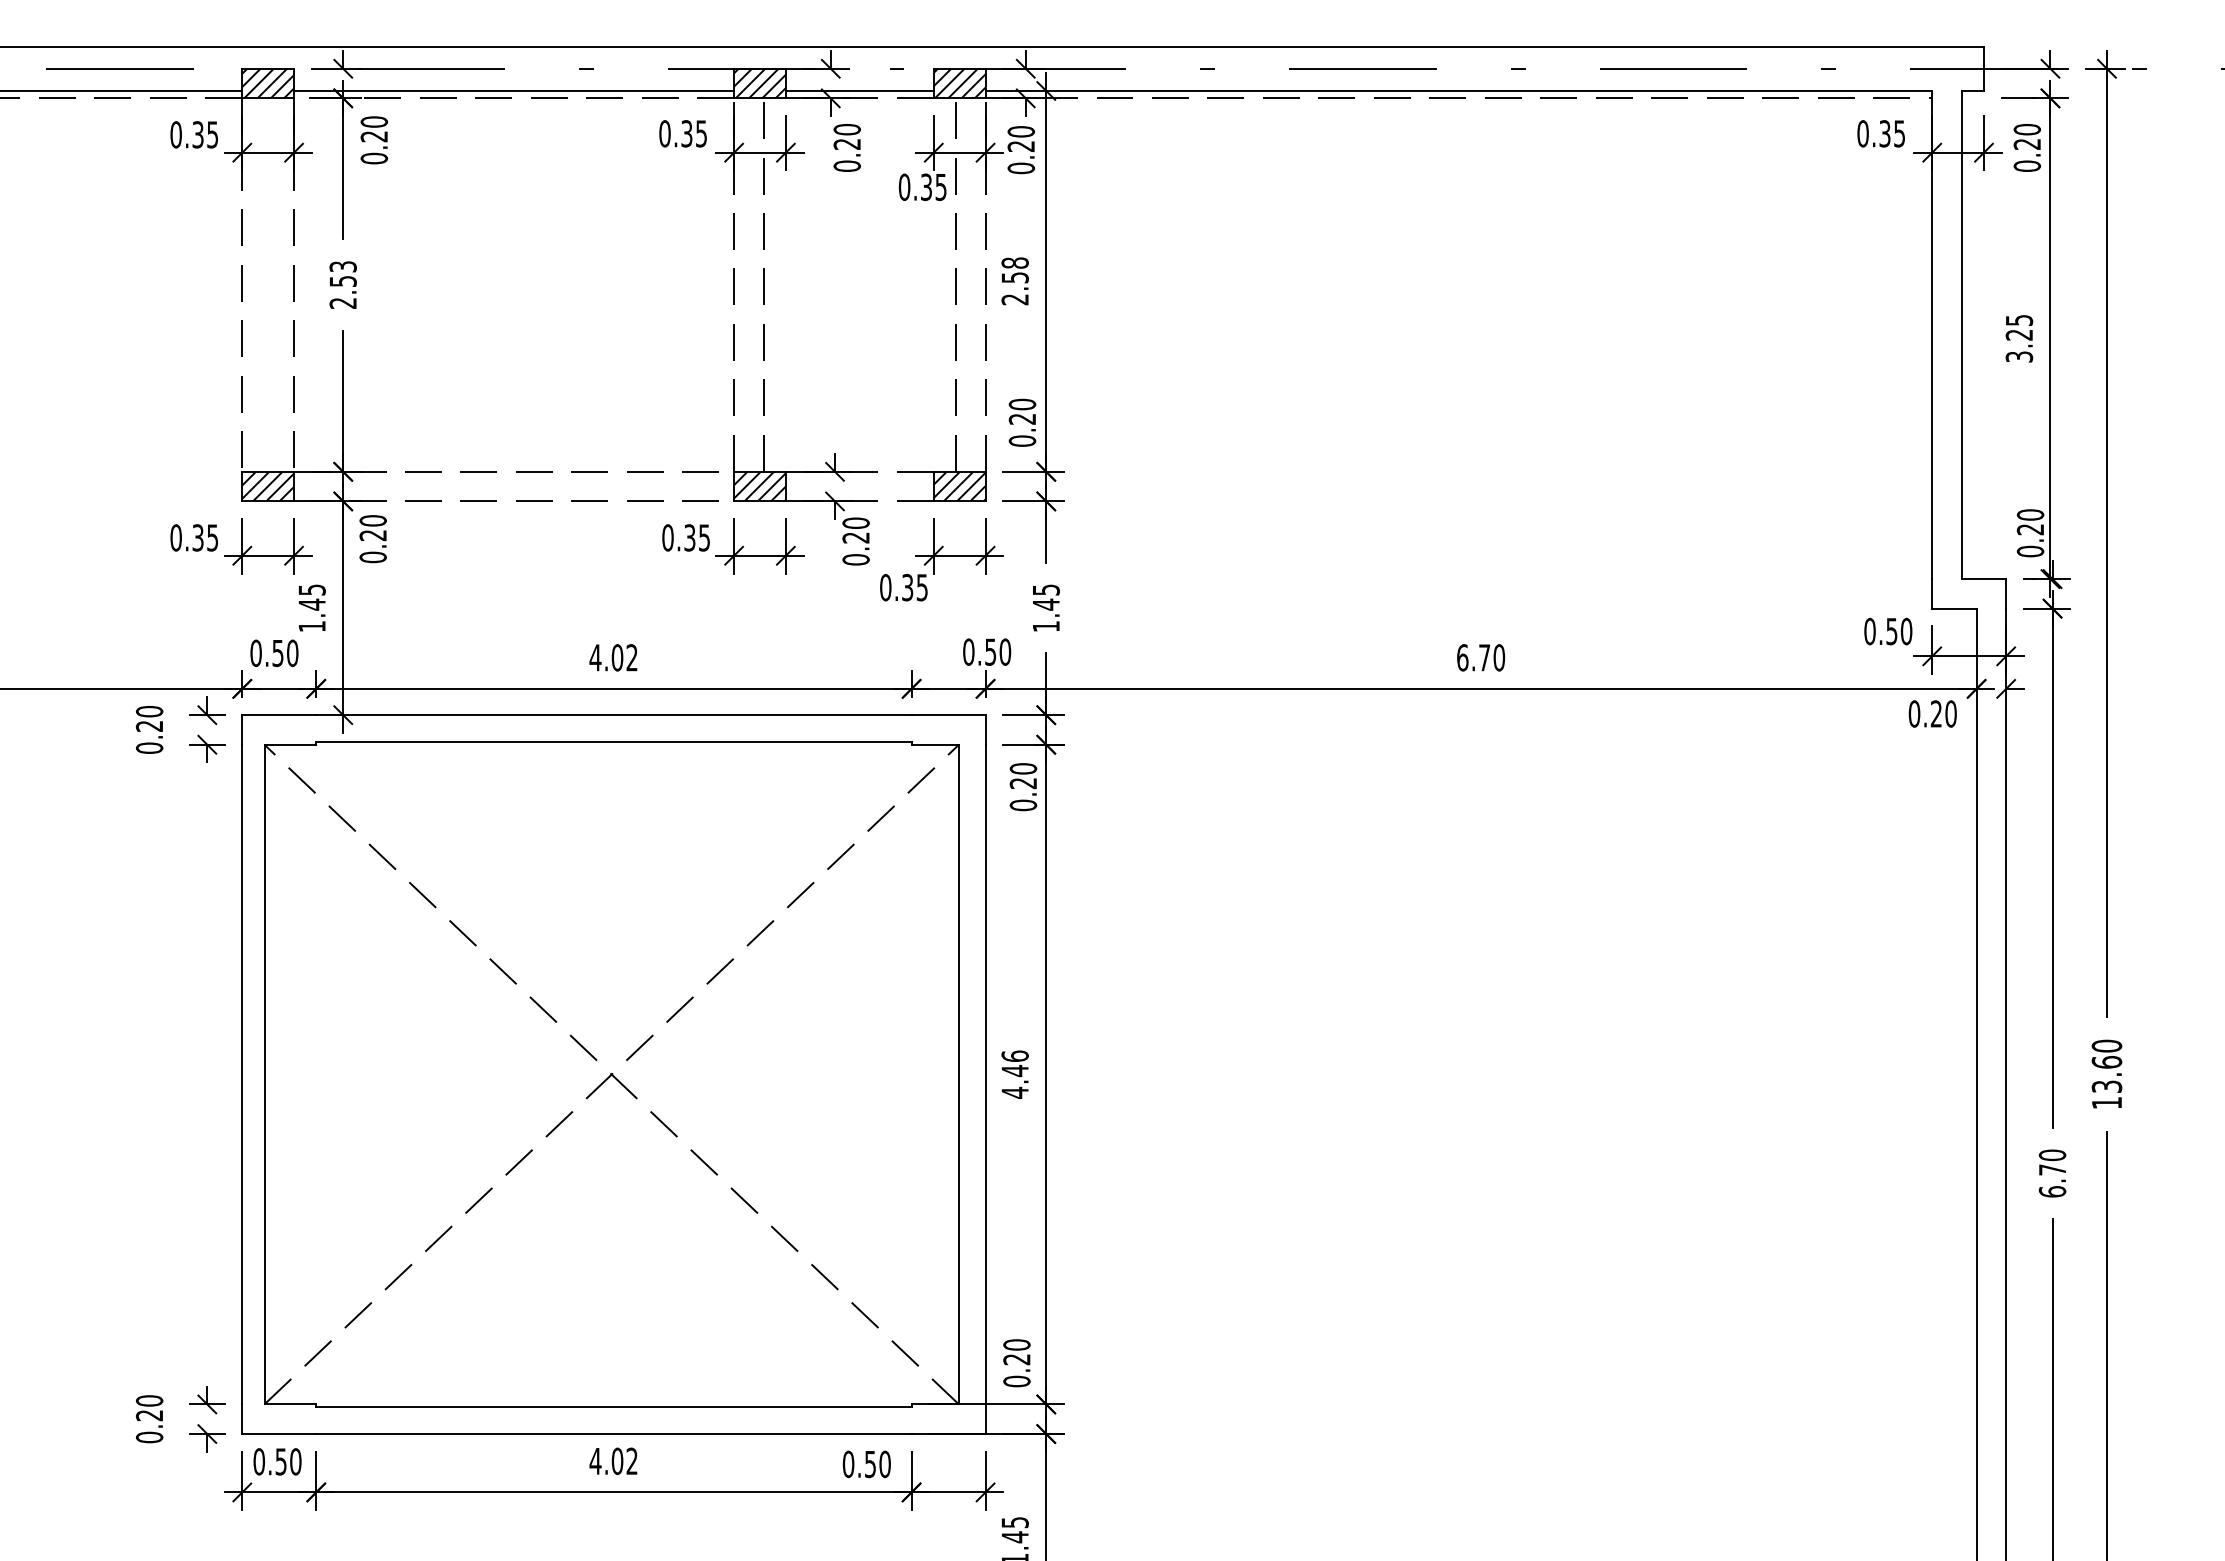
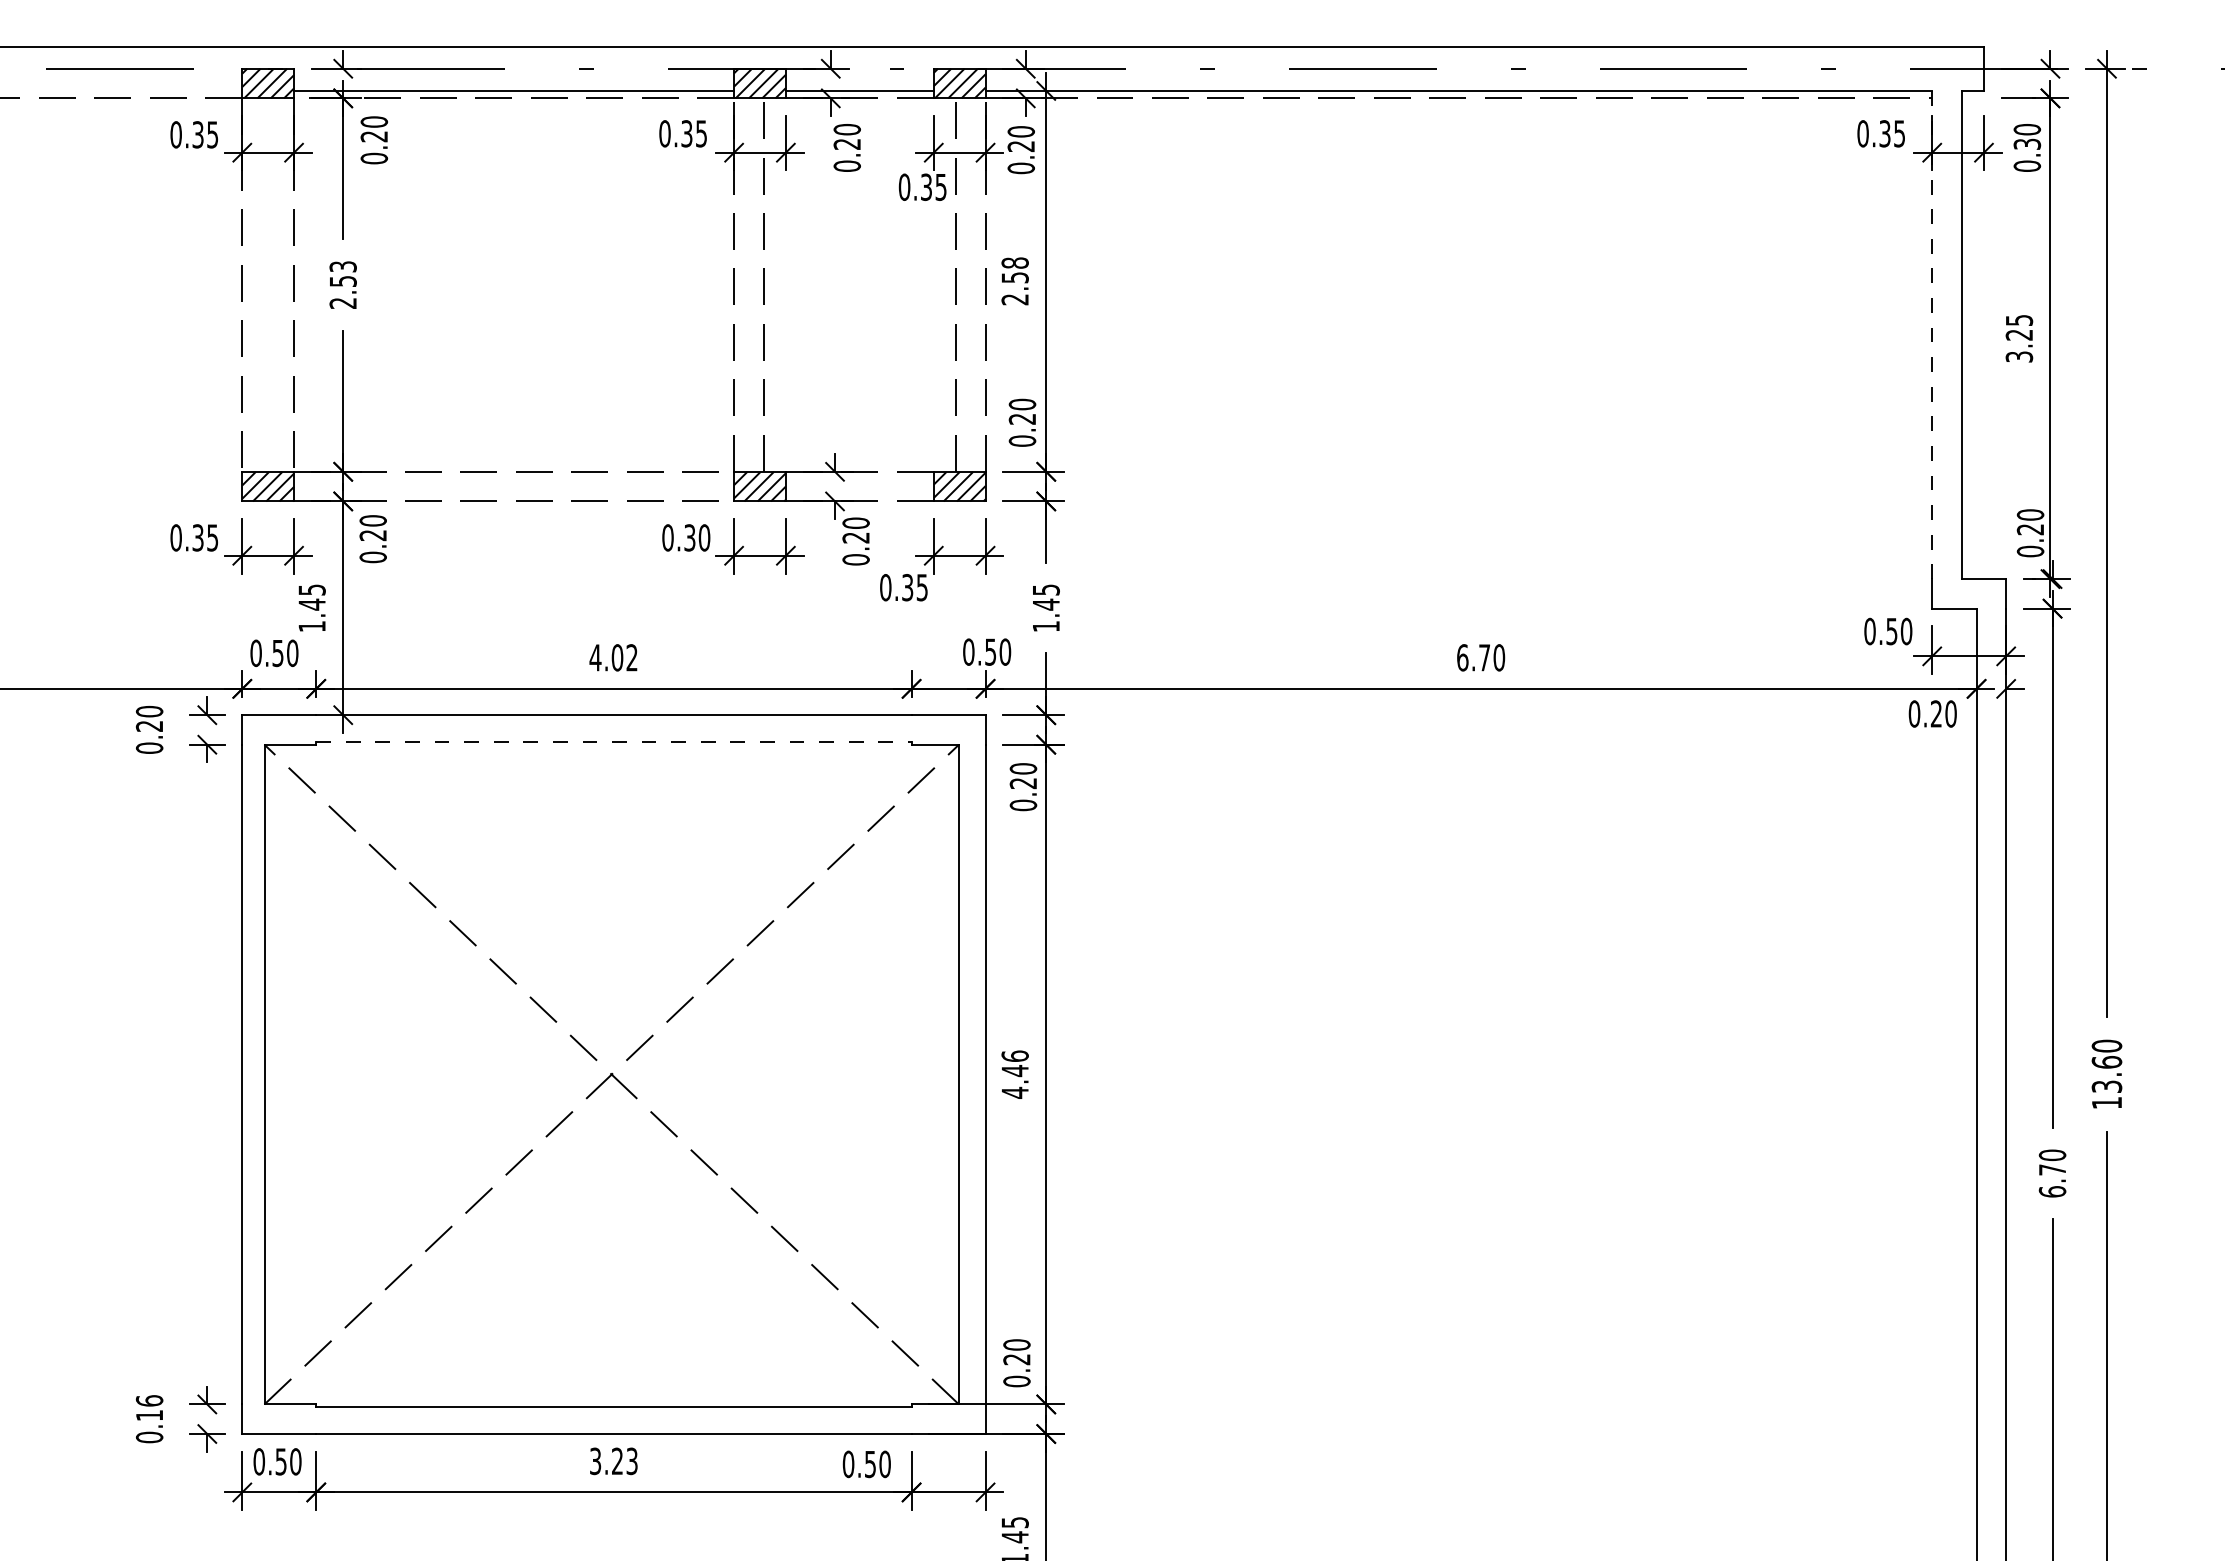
line at (122, 90): present -> none
text at (2027, 143): 0.20 -> 0.30
line at (1932, 335): solid -> dashed
text at (704, 537): 0.35 -> 0.30
line at (613, 741): solid -> dashed
text at (149, 1408): 0.20 -> 0.16
text at (613, 1461): 4.02 -> 3.23
